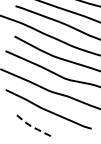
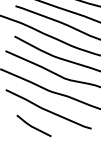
line at (32, 126): dashed -> solid
